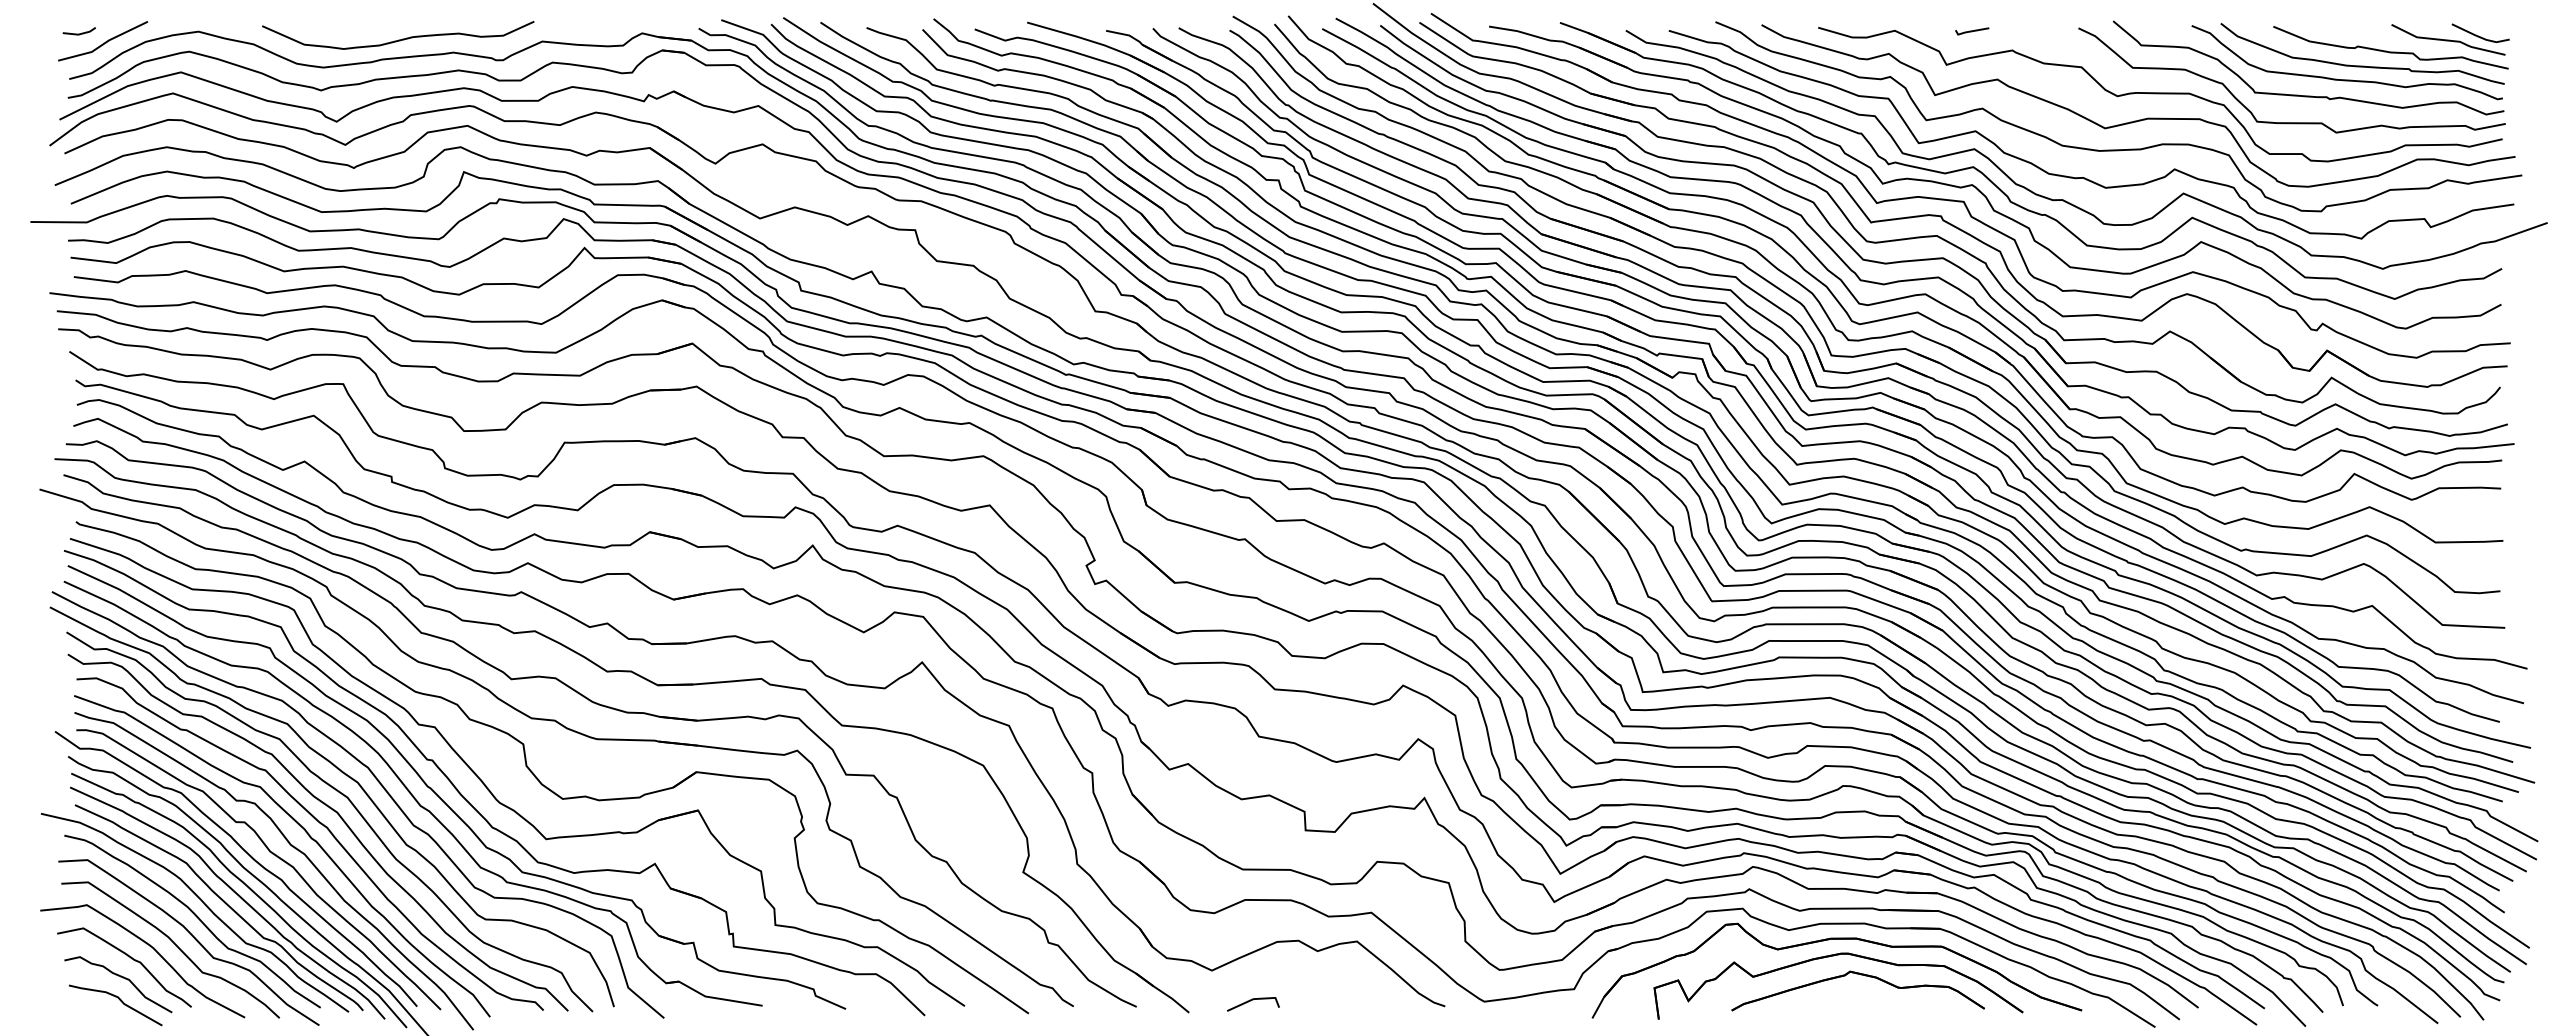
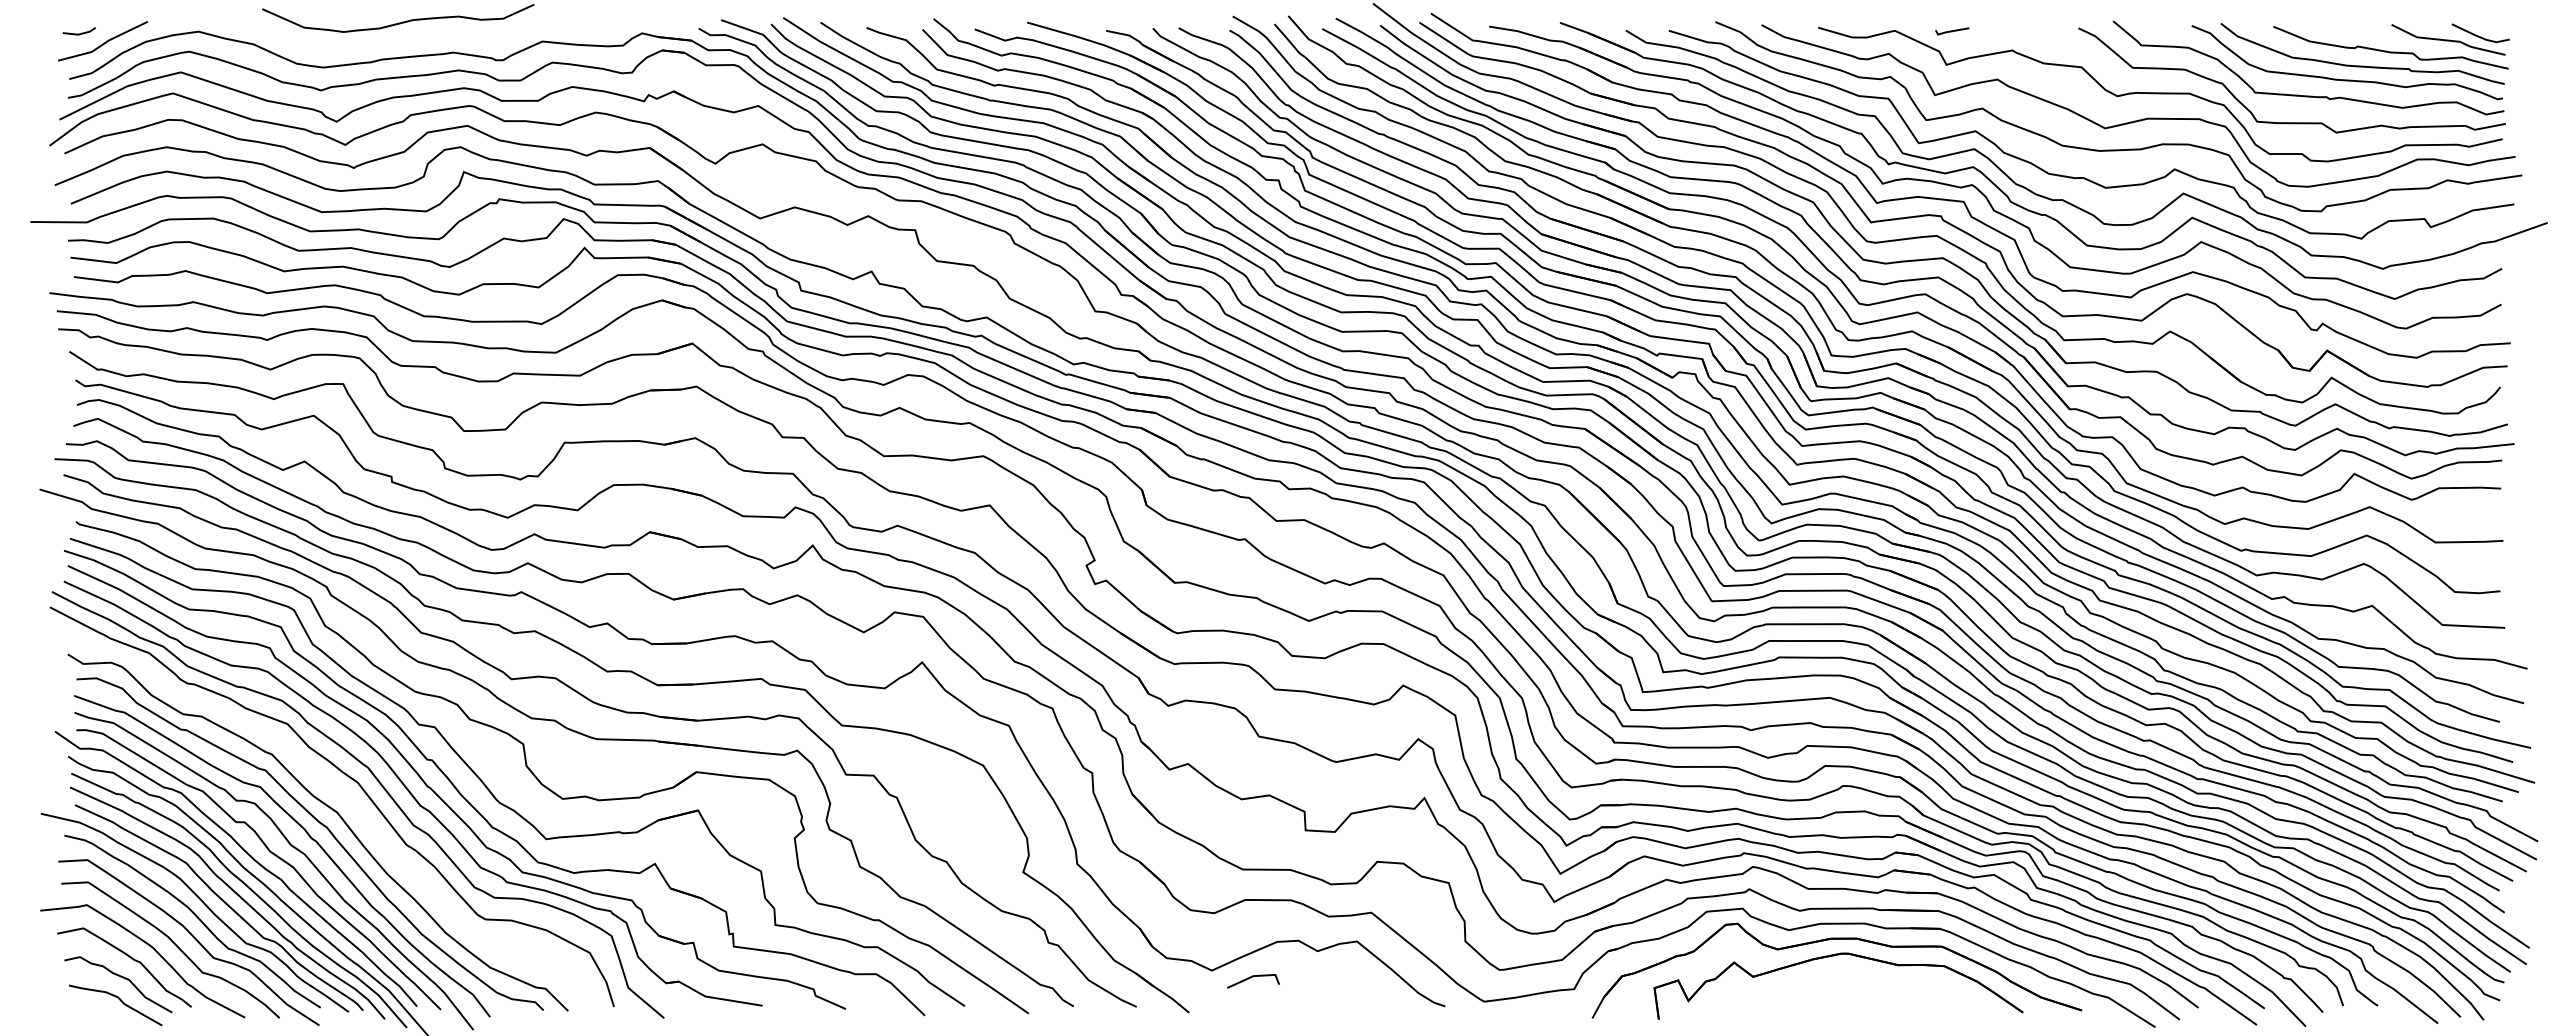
line at (1972, 31) position: (1972, 31) -> (1952, 31)
curve at (398, 39) position: (398, 39) -> (398, 22)
curve at (350, 803): present -> none
part at (1861, 975): present -> none
line at (1253, 1000) position: (1253, 1000) -> (1253, 977)
